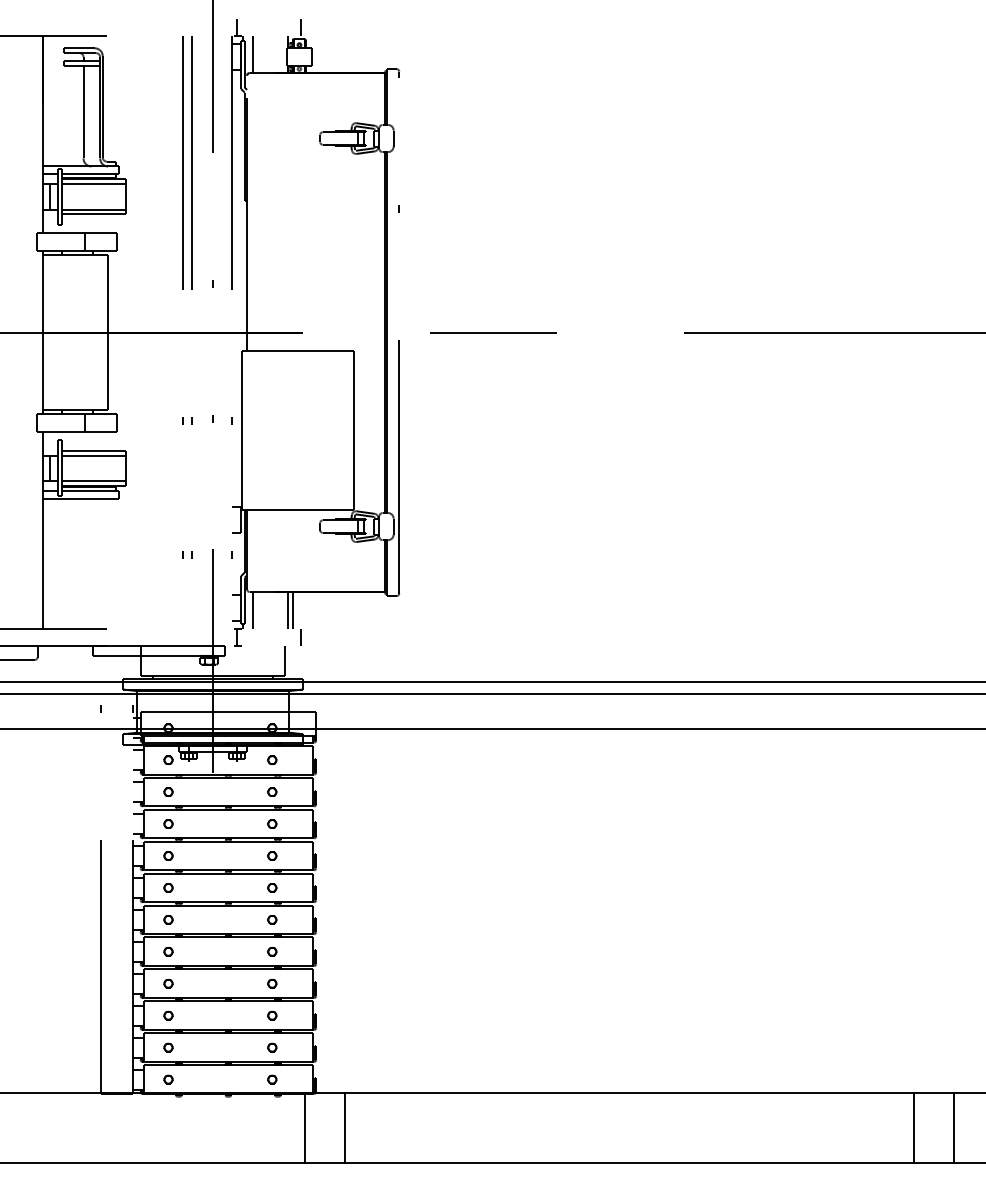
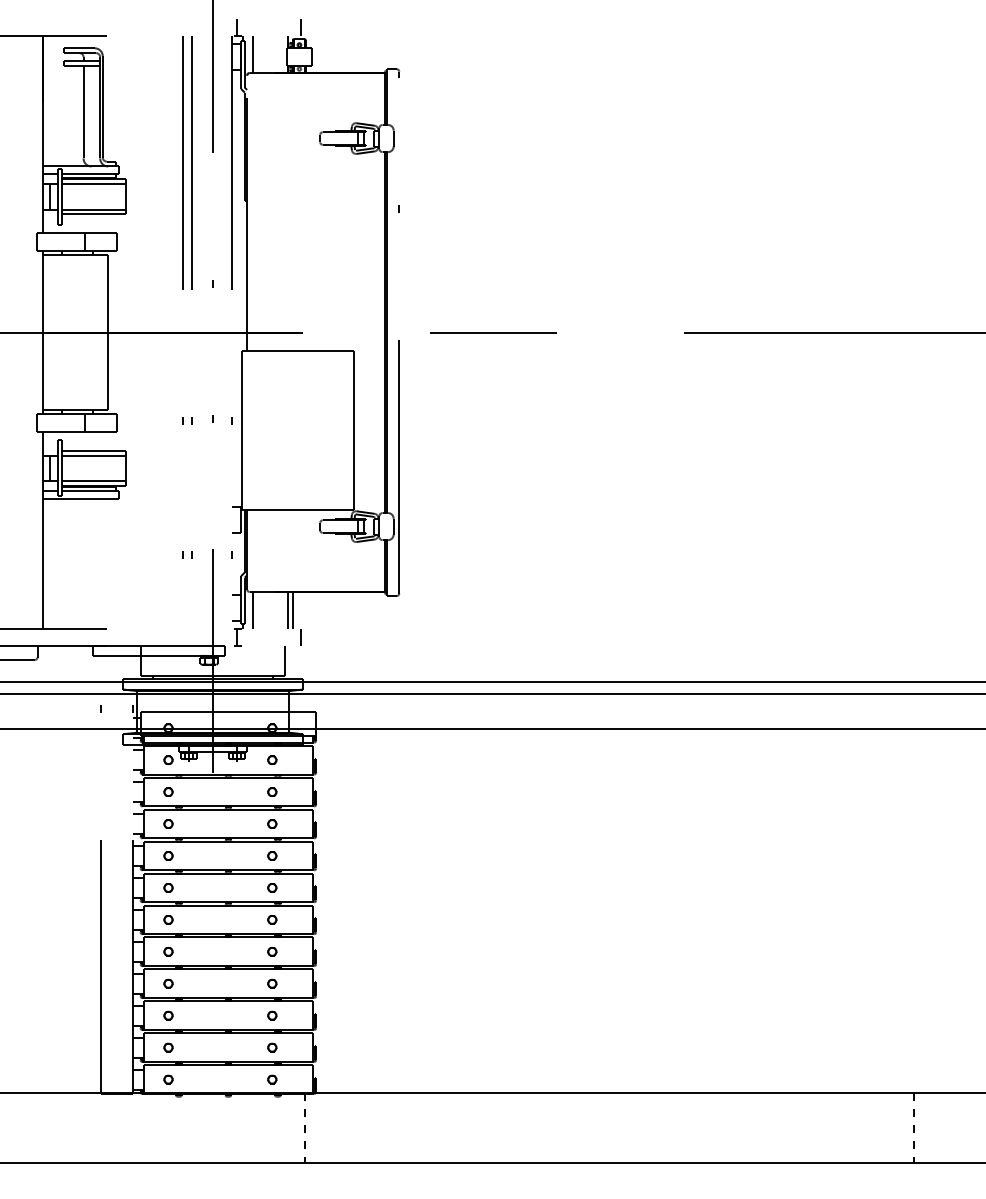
line at (345, 1127): present -> none
line at (954, 1127): present -> none
line at (305, 1128): solid -> dashed
line at (914, 1128): solid -> dashed
